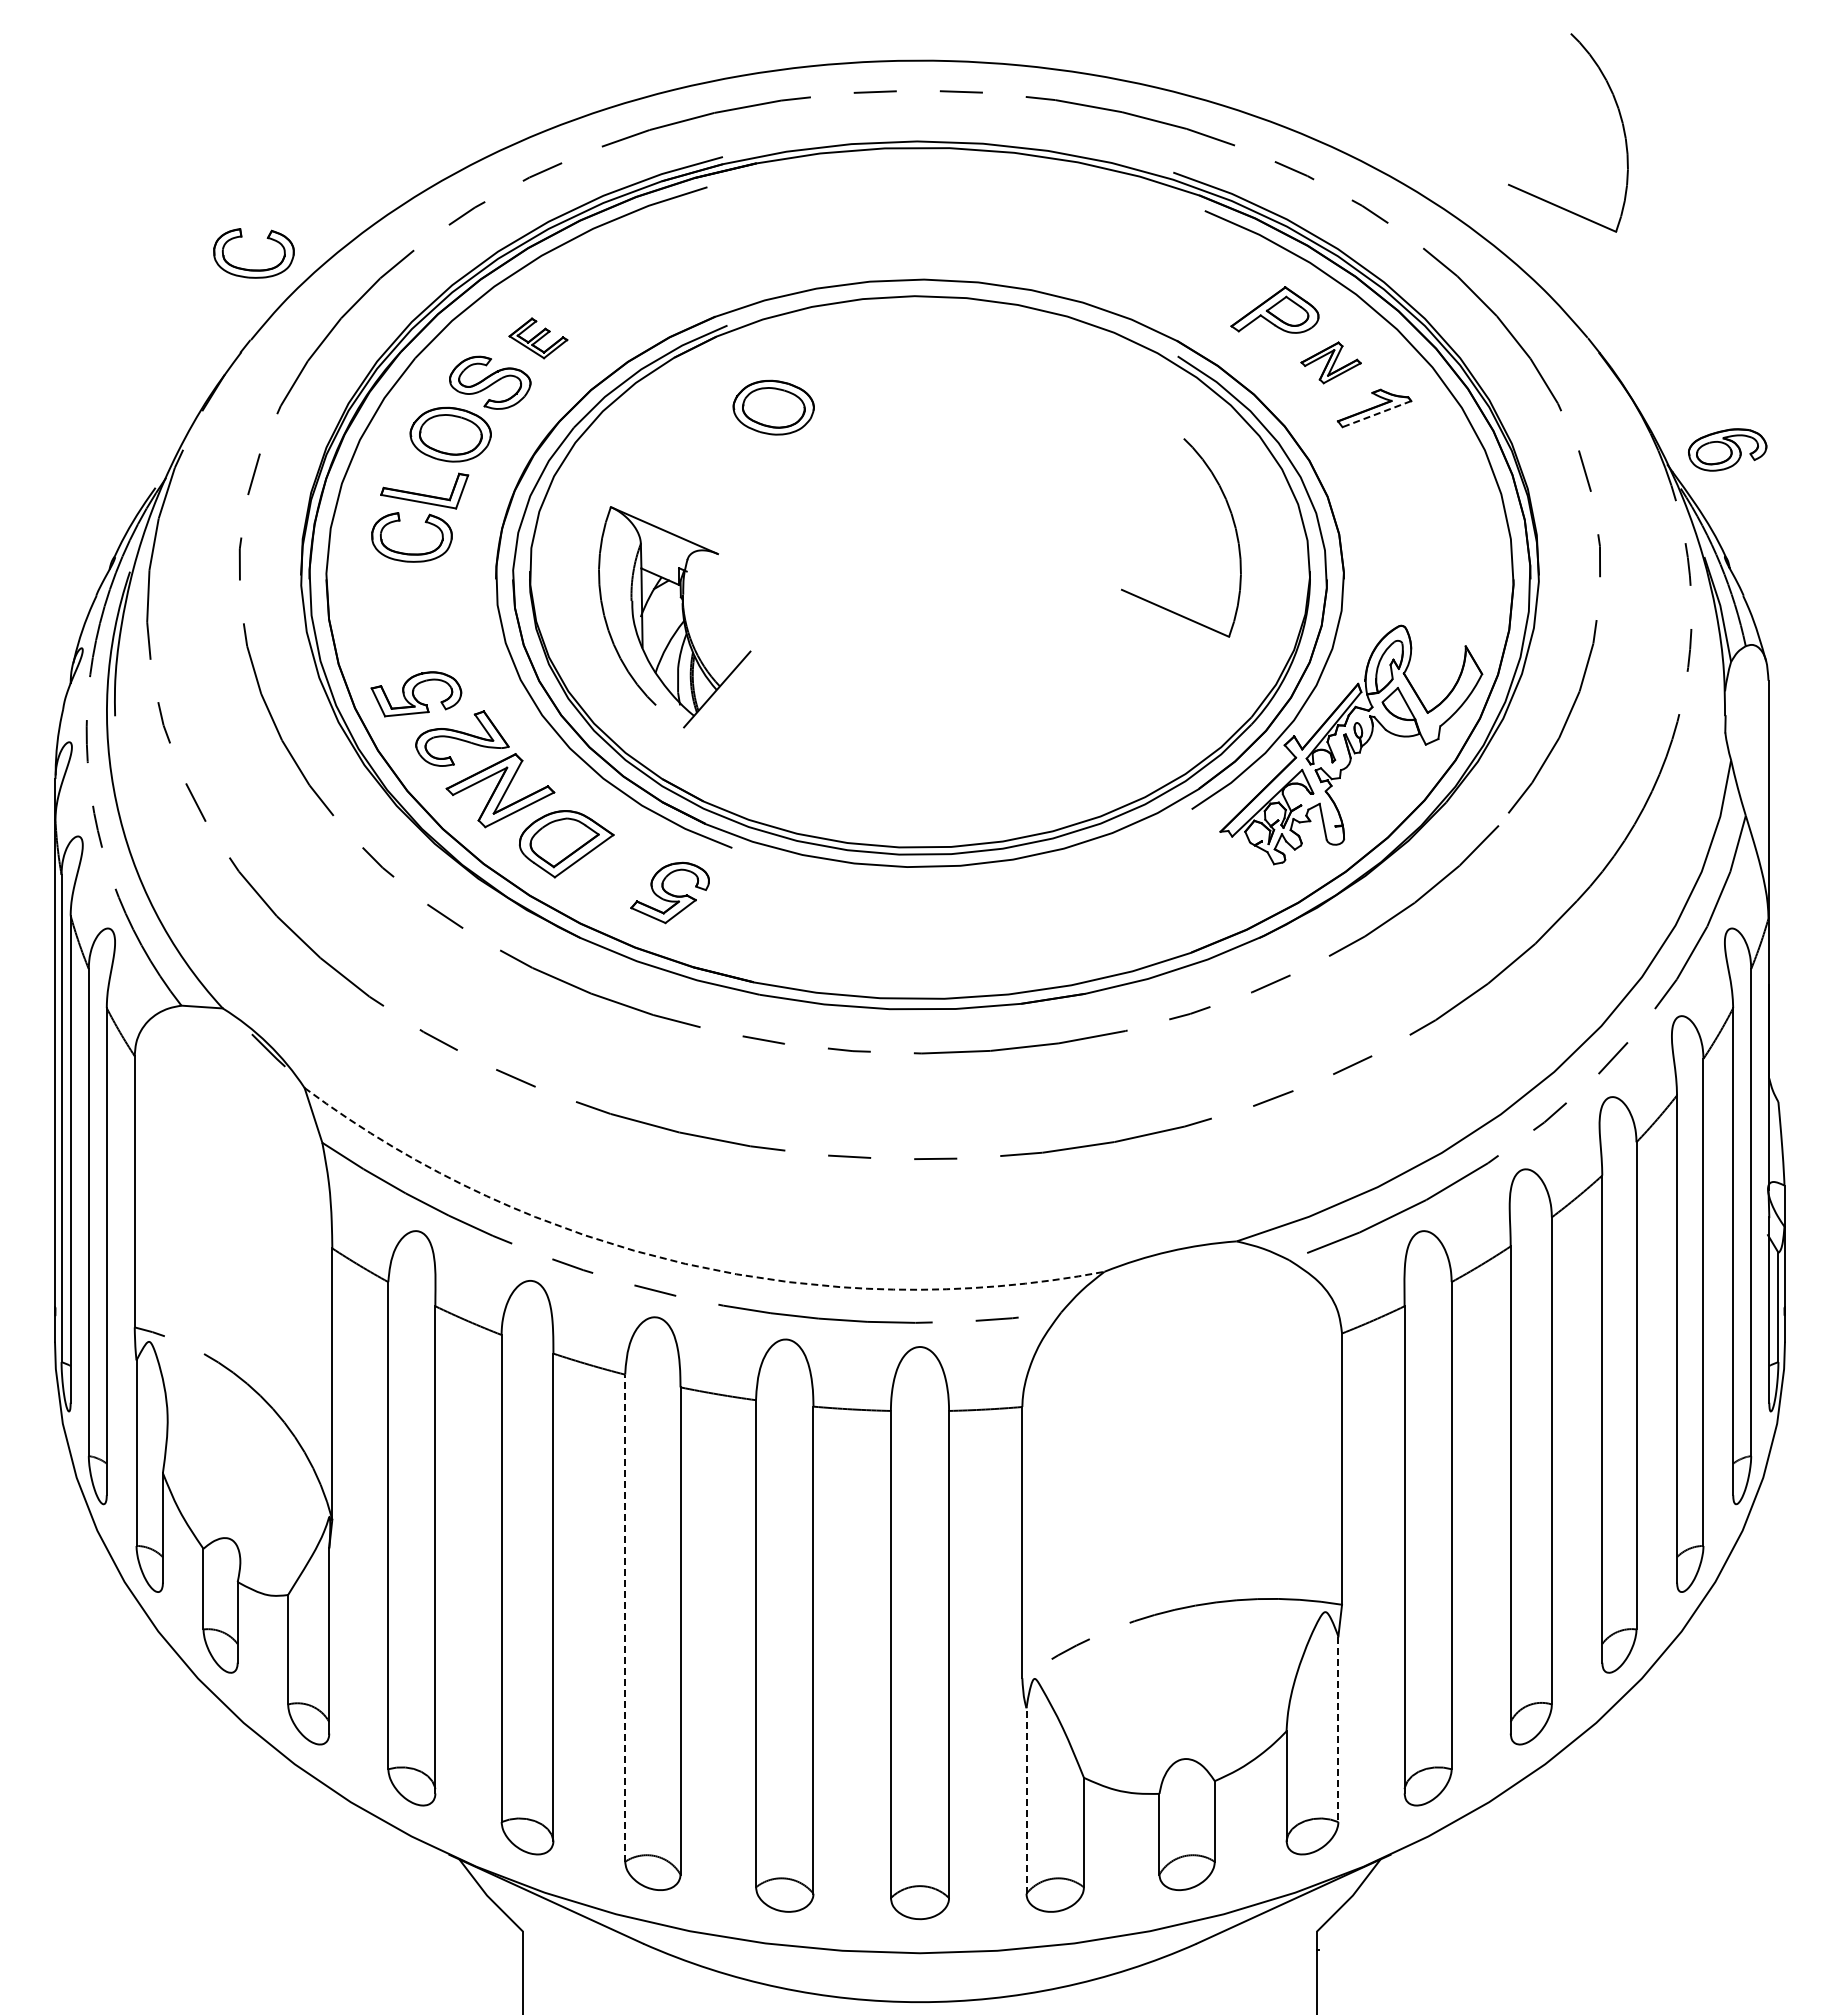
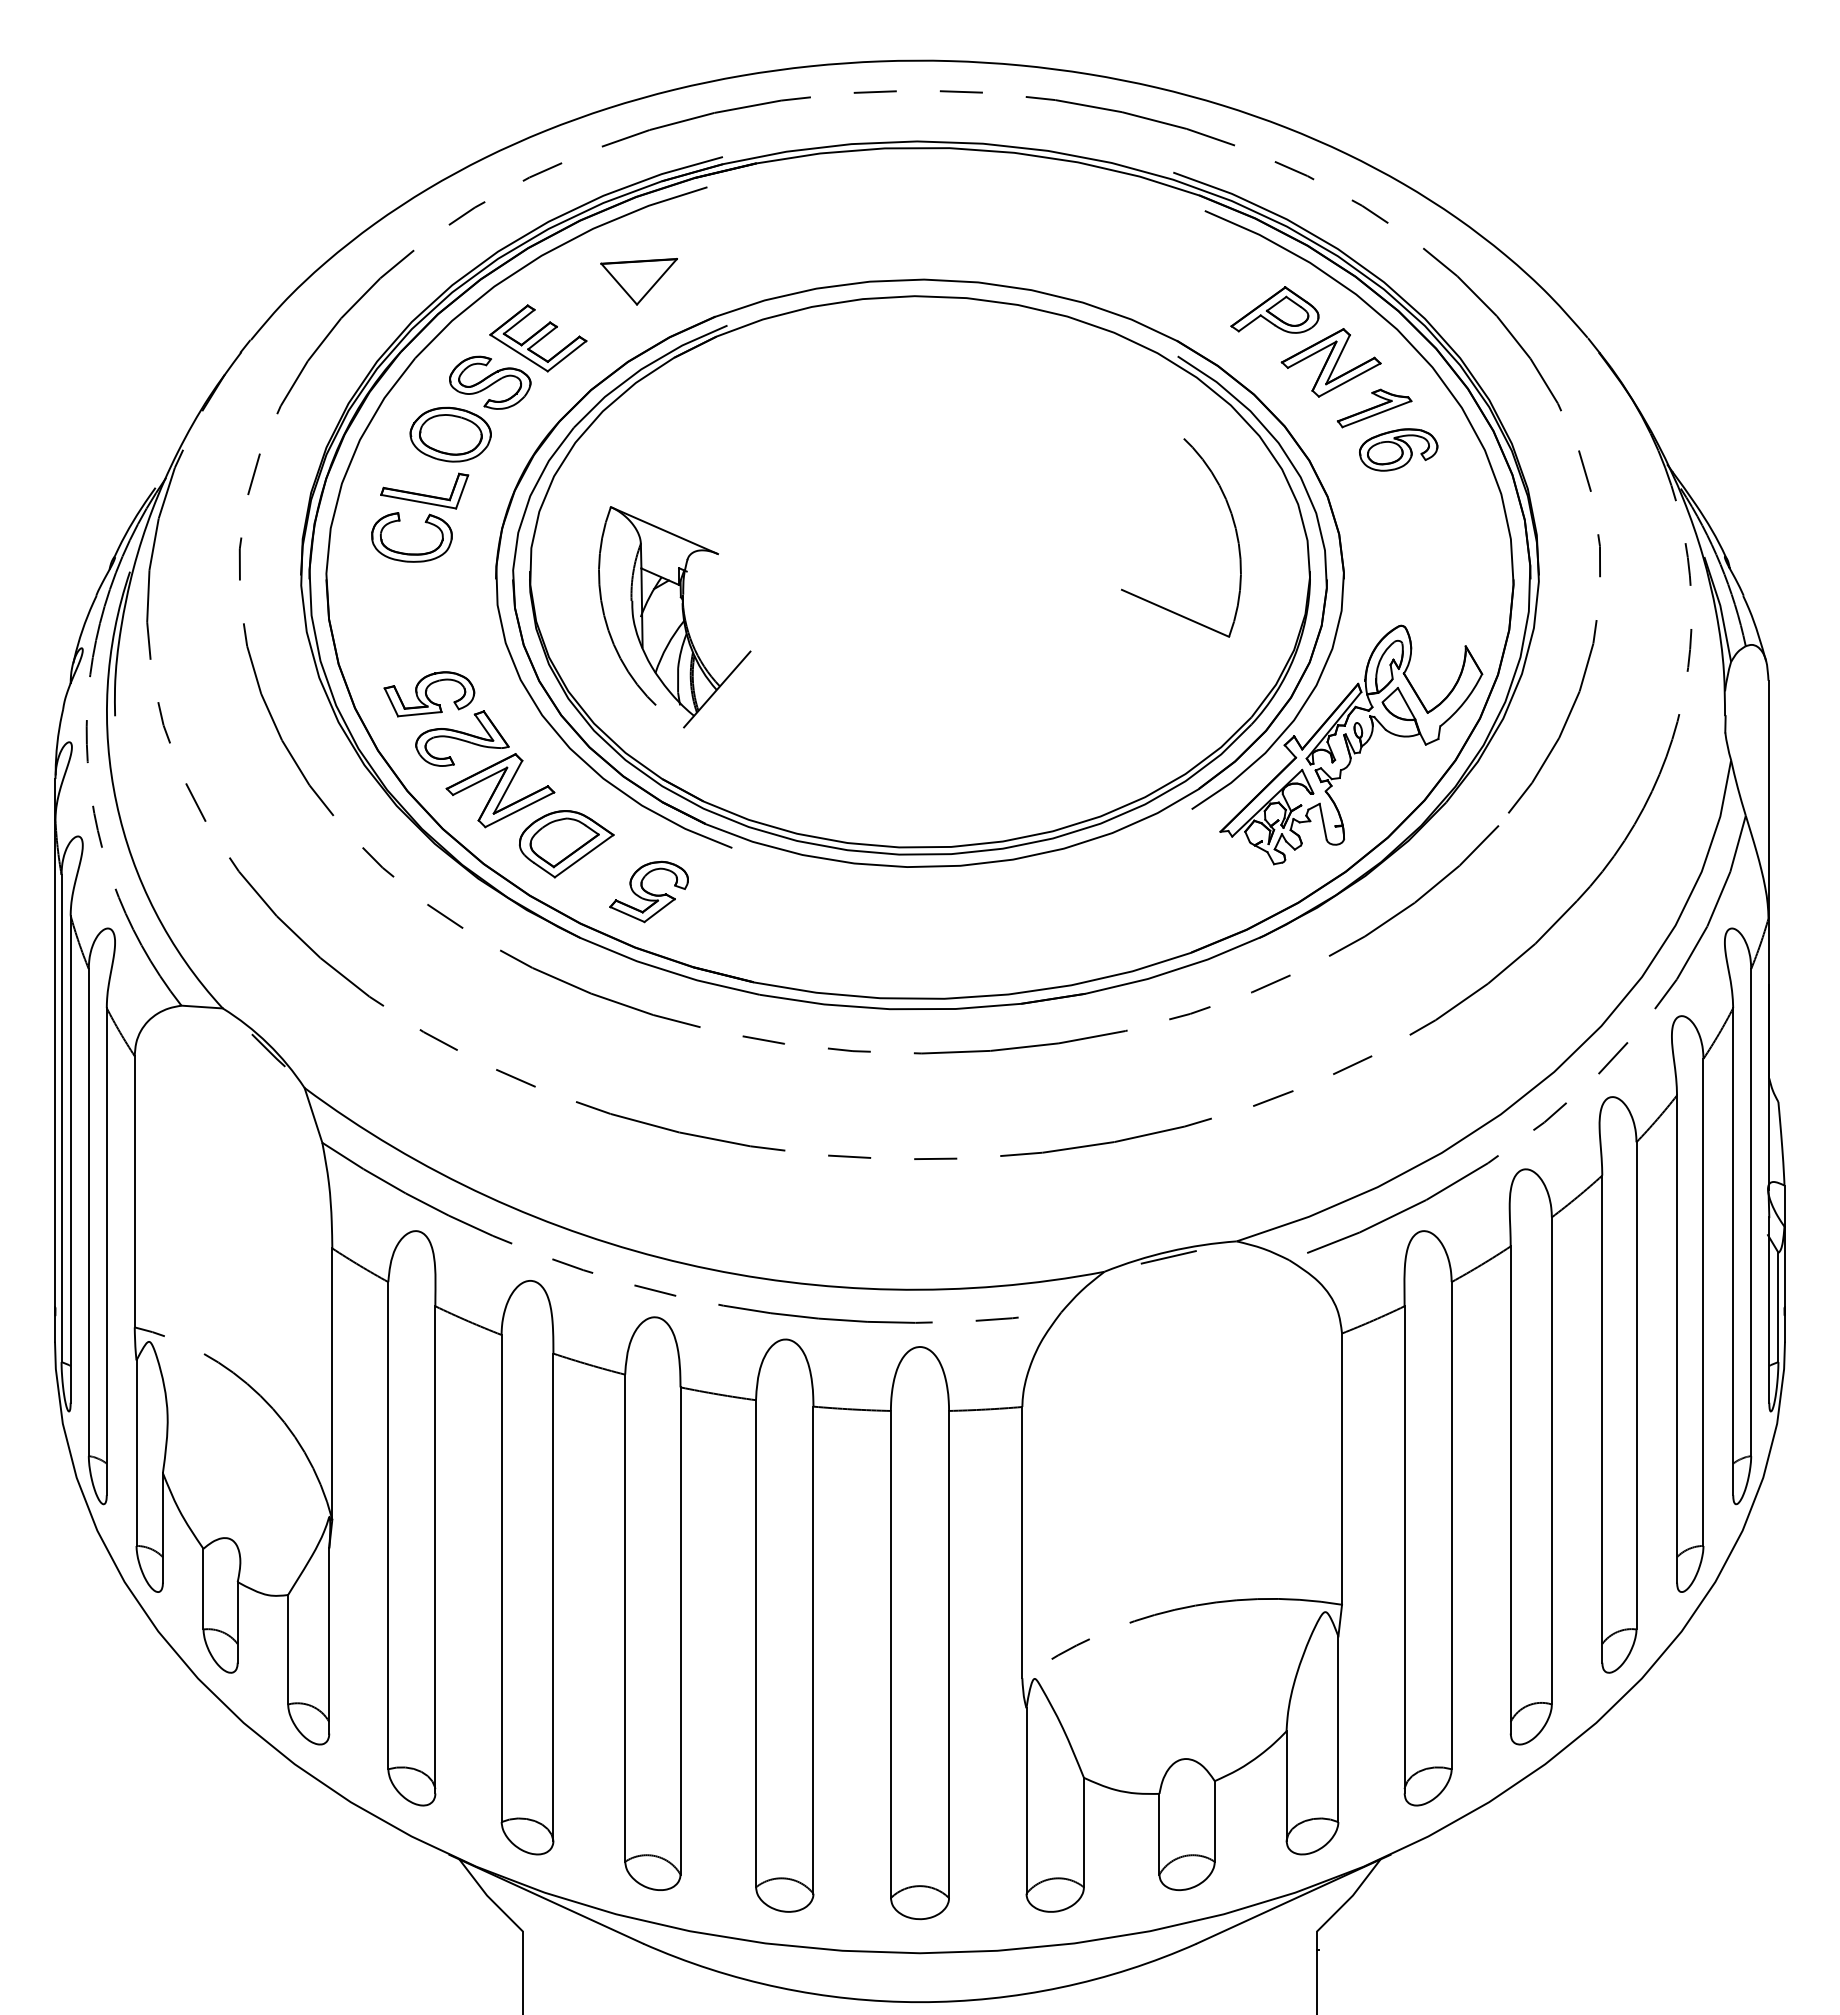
part at (1619, 116): present -> none
part at (253, 269): present -> none
part at (638, 281): none -> present
part at (538, 338) size: 61x43 px -> 99x69 px
part at (1330, 362) size: 62x44 px -> 102x70 px
part at (773, 407): present -> none
line at (1376, 414): dashed -> solid
part at (1727, 449) position: (1727, 449) -> (1398, 449)
part at (416, 694) position: (416, 694) -> (429, 694)
part at (669, 892) position: (669, 892) -> (648, 891)
line at (1168, 1257): none -> present
arc at (685, 1263): dashed -> solid
line at (625, 1618): dashed -> solid
line at (1338, 1729): dashed -> solid
line at (1026, 1800): dashed -> solid
